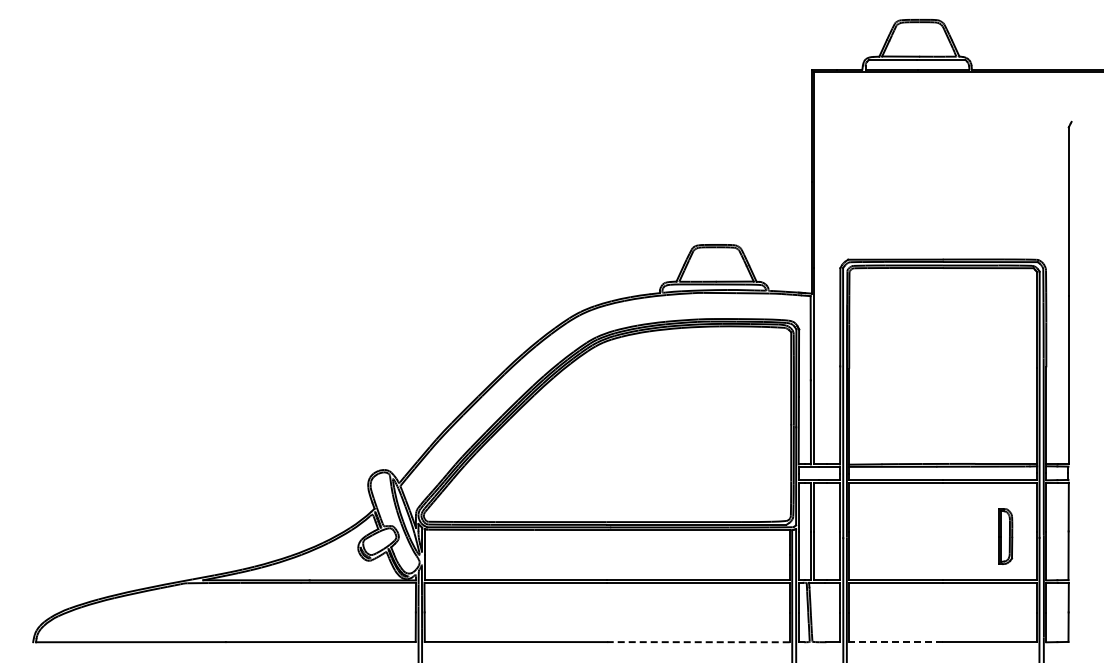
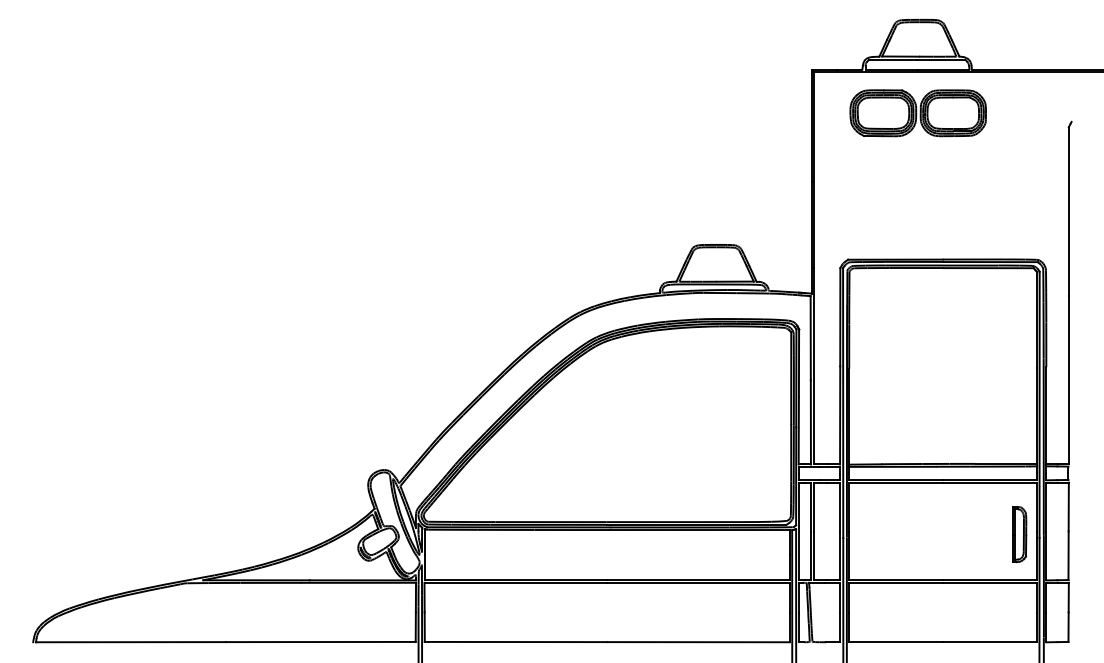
part at (917, 113): none -> present
part at (1005, 536) position: (1005, 536) -> (1019, 534)
line at (698, 642): dashed -> solid
line at (895, 642): dashed -> solid
